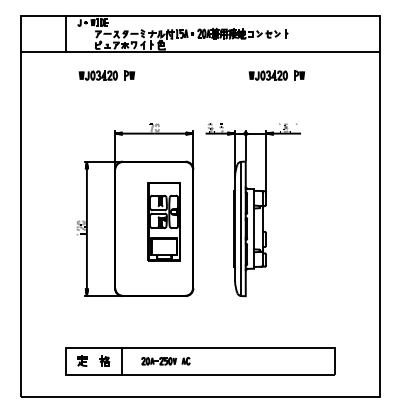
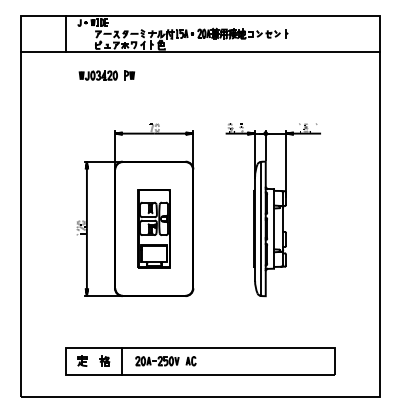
part at (276, 75): present -> none
part at (252, 210) position: (252, 210) -> (272, 210)
part at (163, 221) position: (163, 221) -> (153, 228)
part at (165, 361) size: 50x9 px -> 62x11 px
